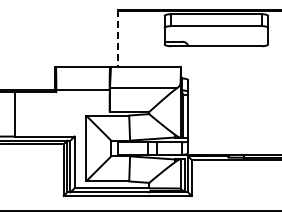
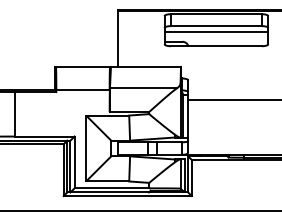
line at (216, 32): none -> present
line at (117, 39): dashed -> solid
line at (233, 99): none -> present
